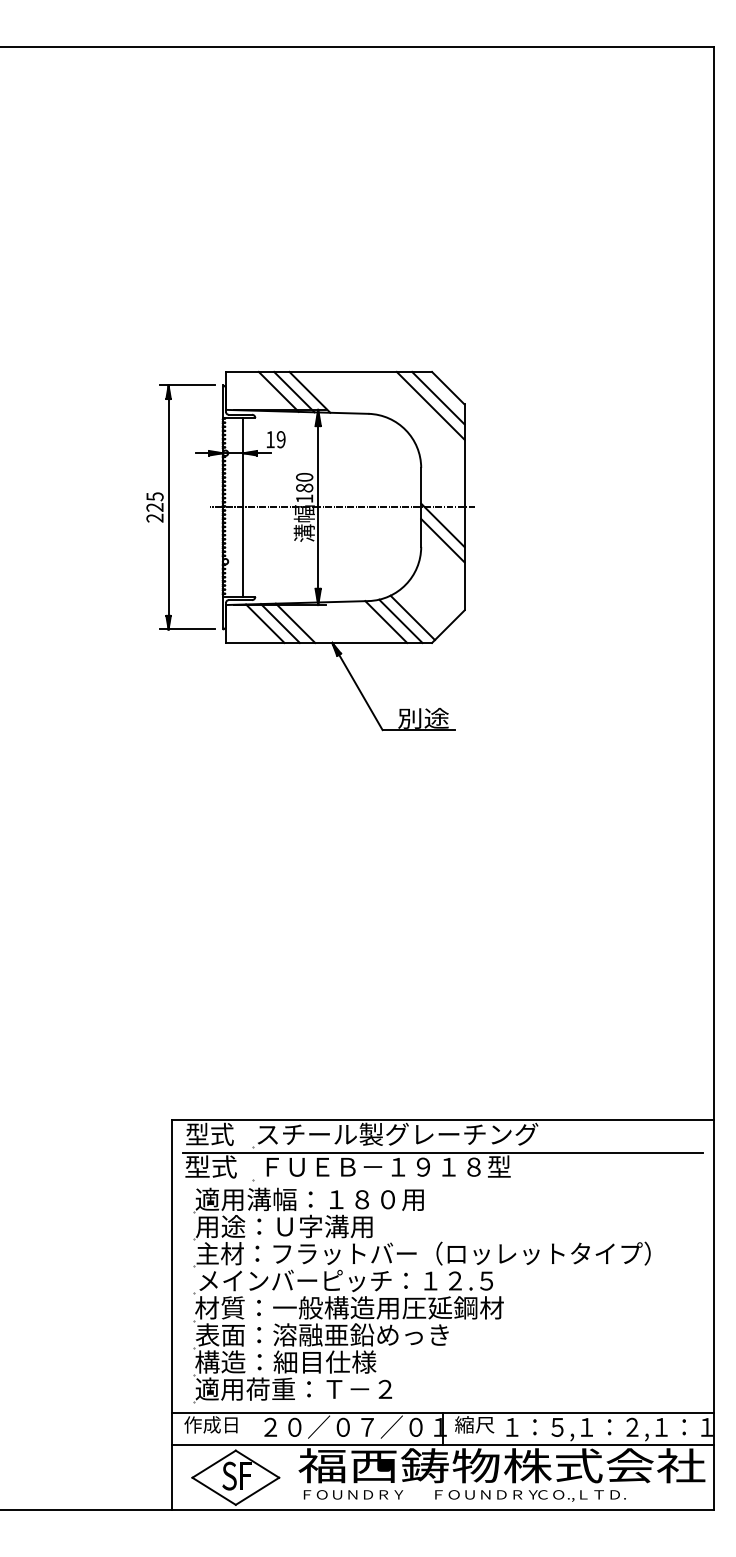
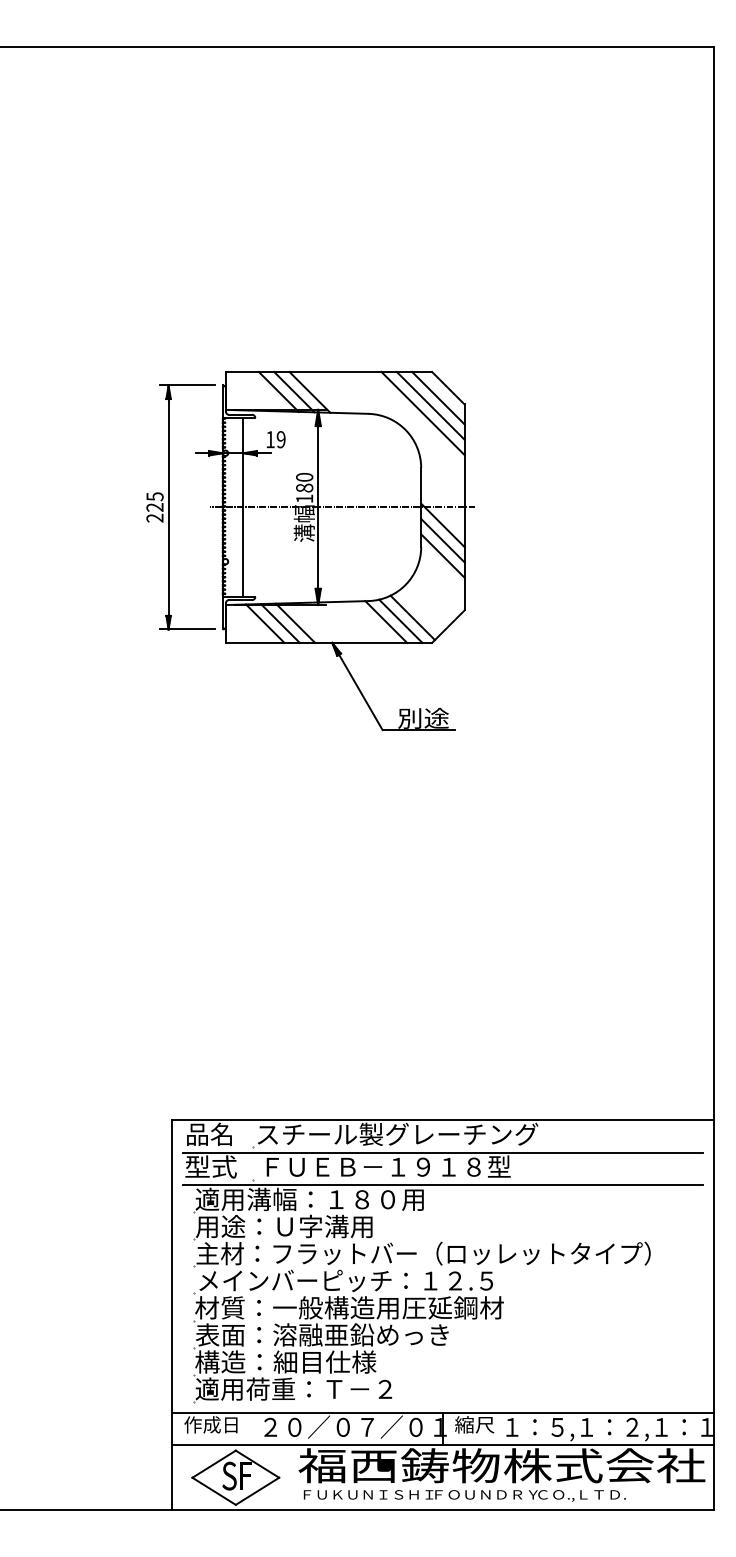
line at (422, 413): none -> present
line at (442, 555): none -> present
text at (209, 1133): 型式 -> 品名
line at (442, 1185): none -> present
text at (374, 1494): ＦＯＵＮＤＲＹ -> ＦＵＫＵＮＩＳＨＩ
